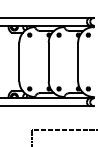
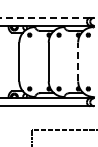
line at (45, 17): solid -> dashed
line at (78, 61): solid -> dashed
